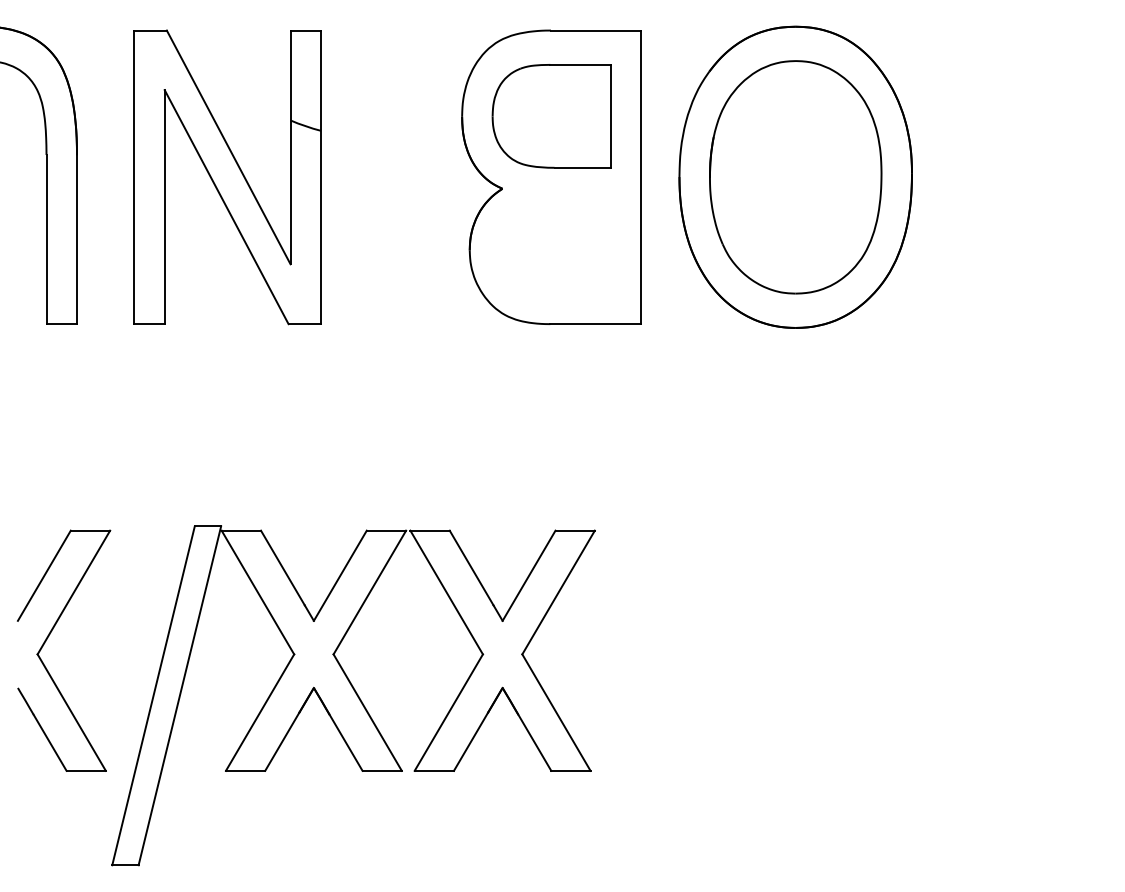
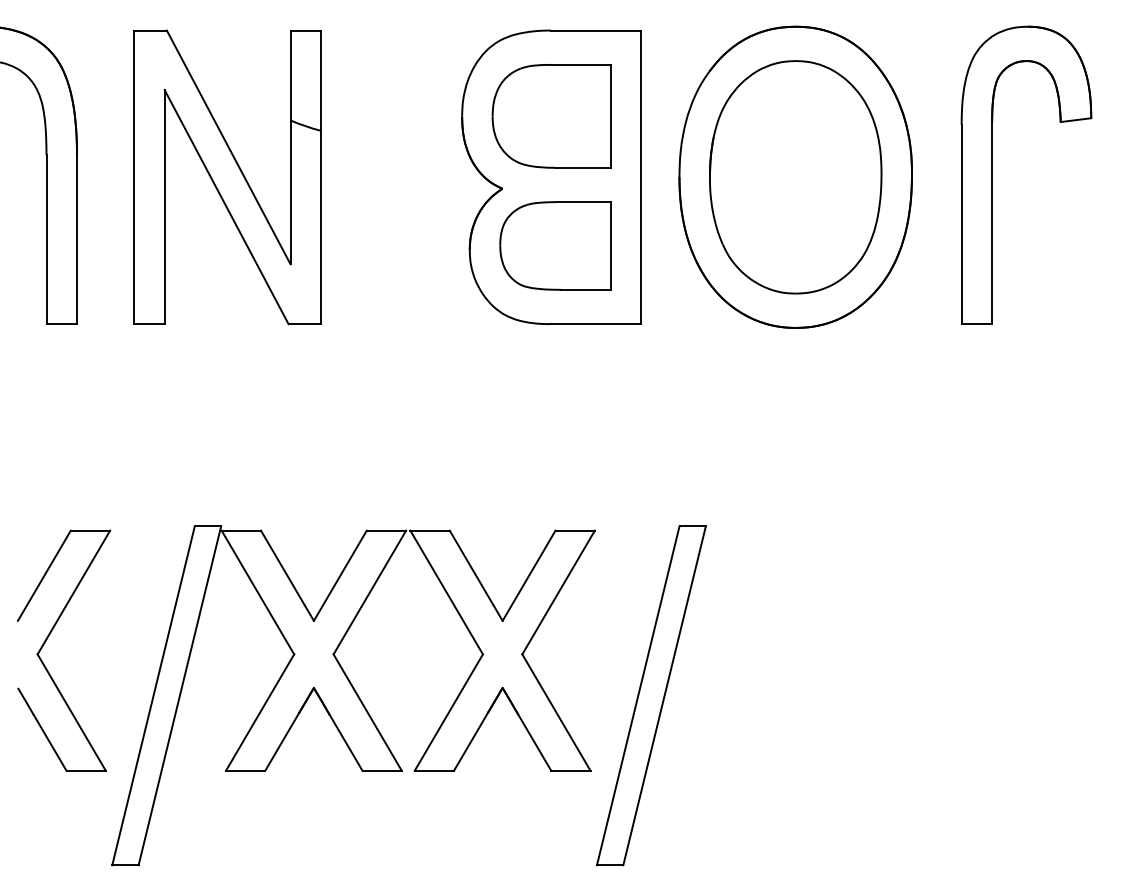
part at (992, 174): none -> present
part at (555, 245): none -> present
part at (651, 695): none -> present
